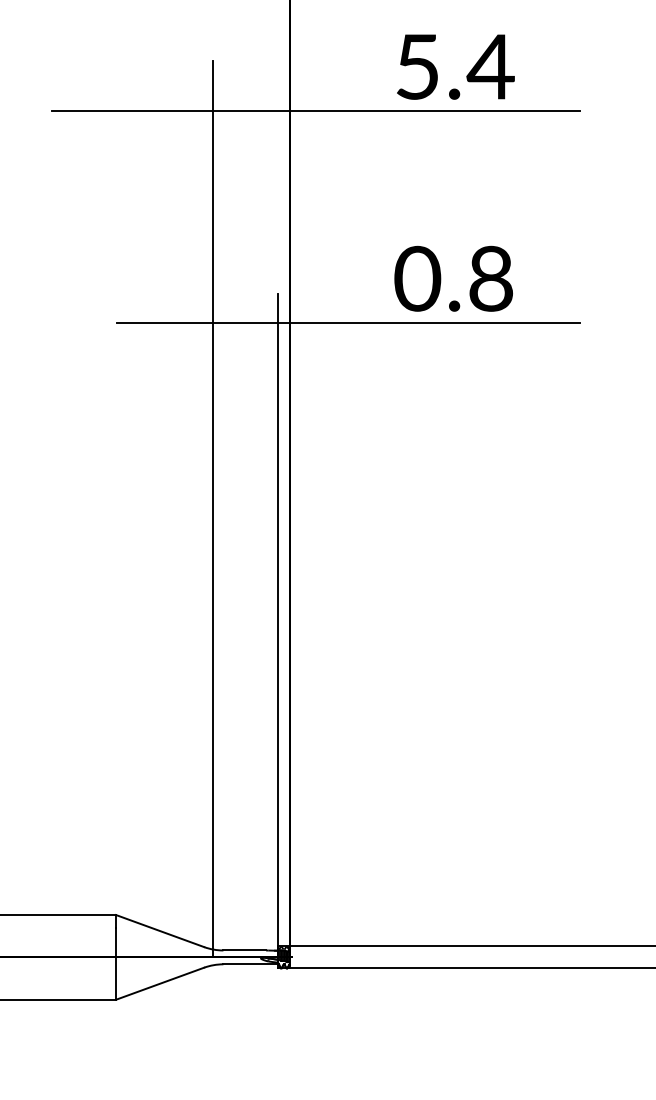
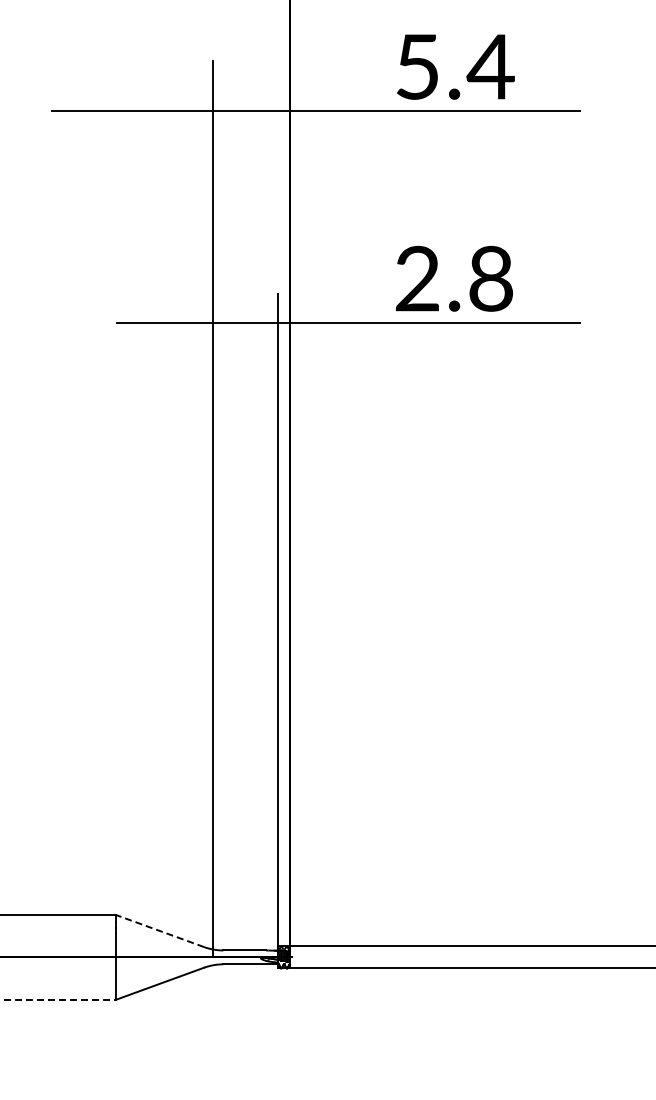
text at (417, 278): 0.8 -> 2.8
line at (160, 931): solid -> dashed
line at (58, 999): solid -> dashed
